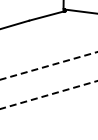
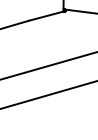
line at (49, 65): dashed -> solid
line at (49, 94): dashed -> solid
